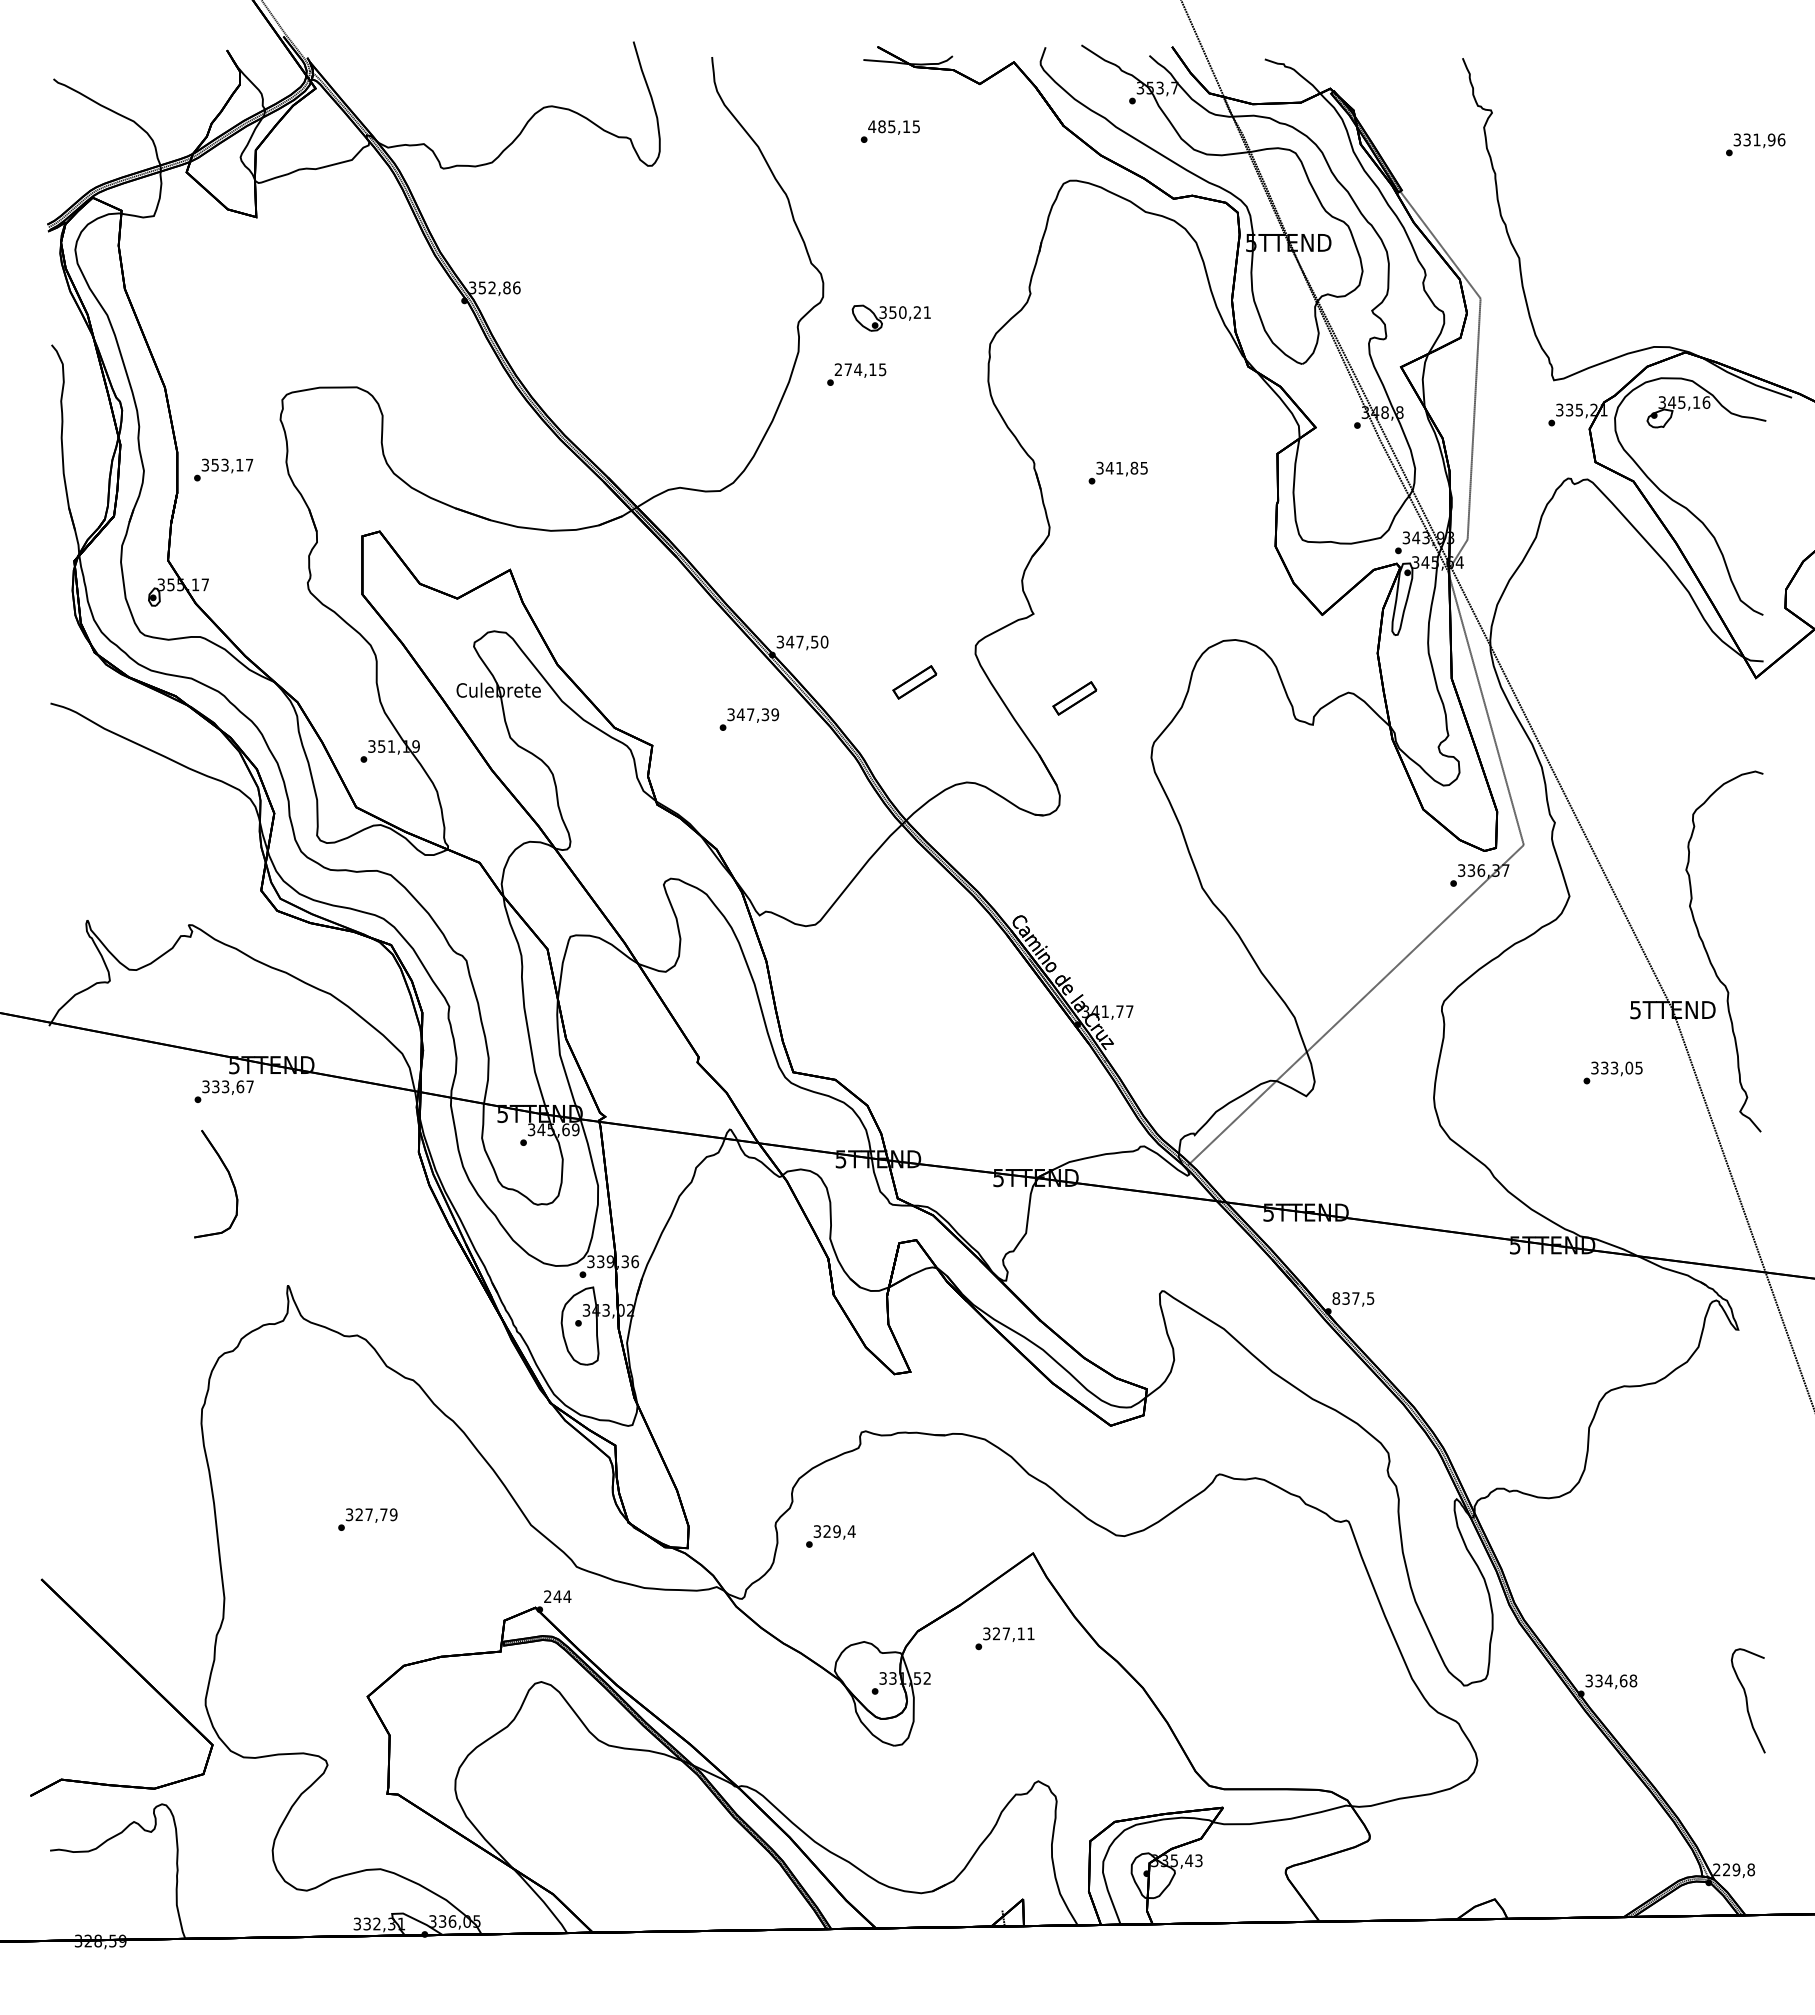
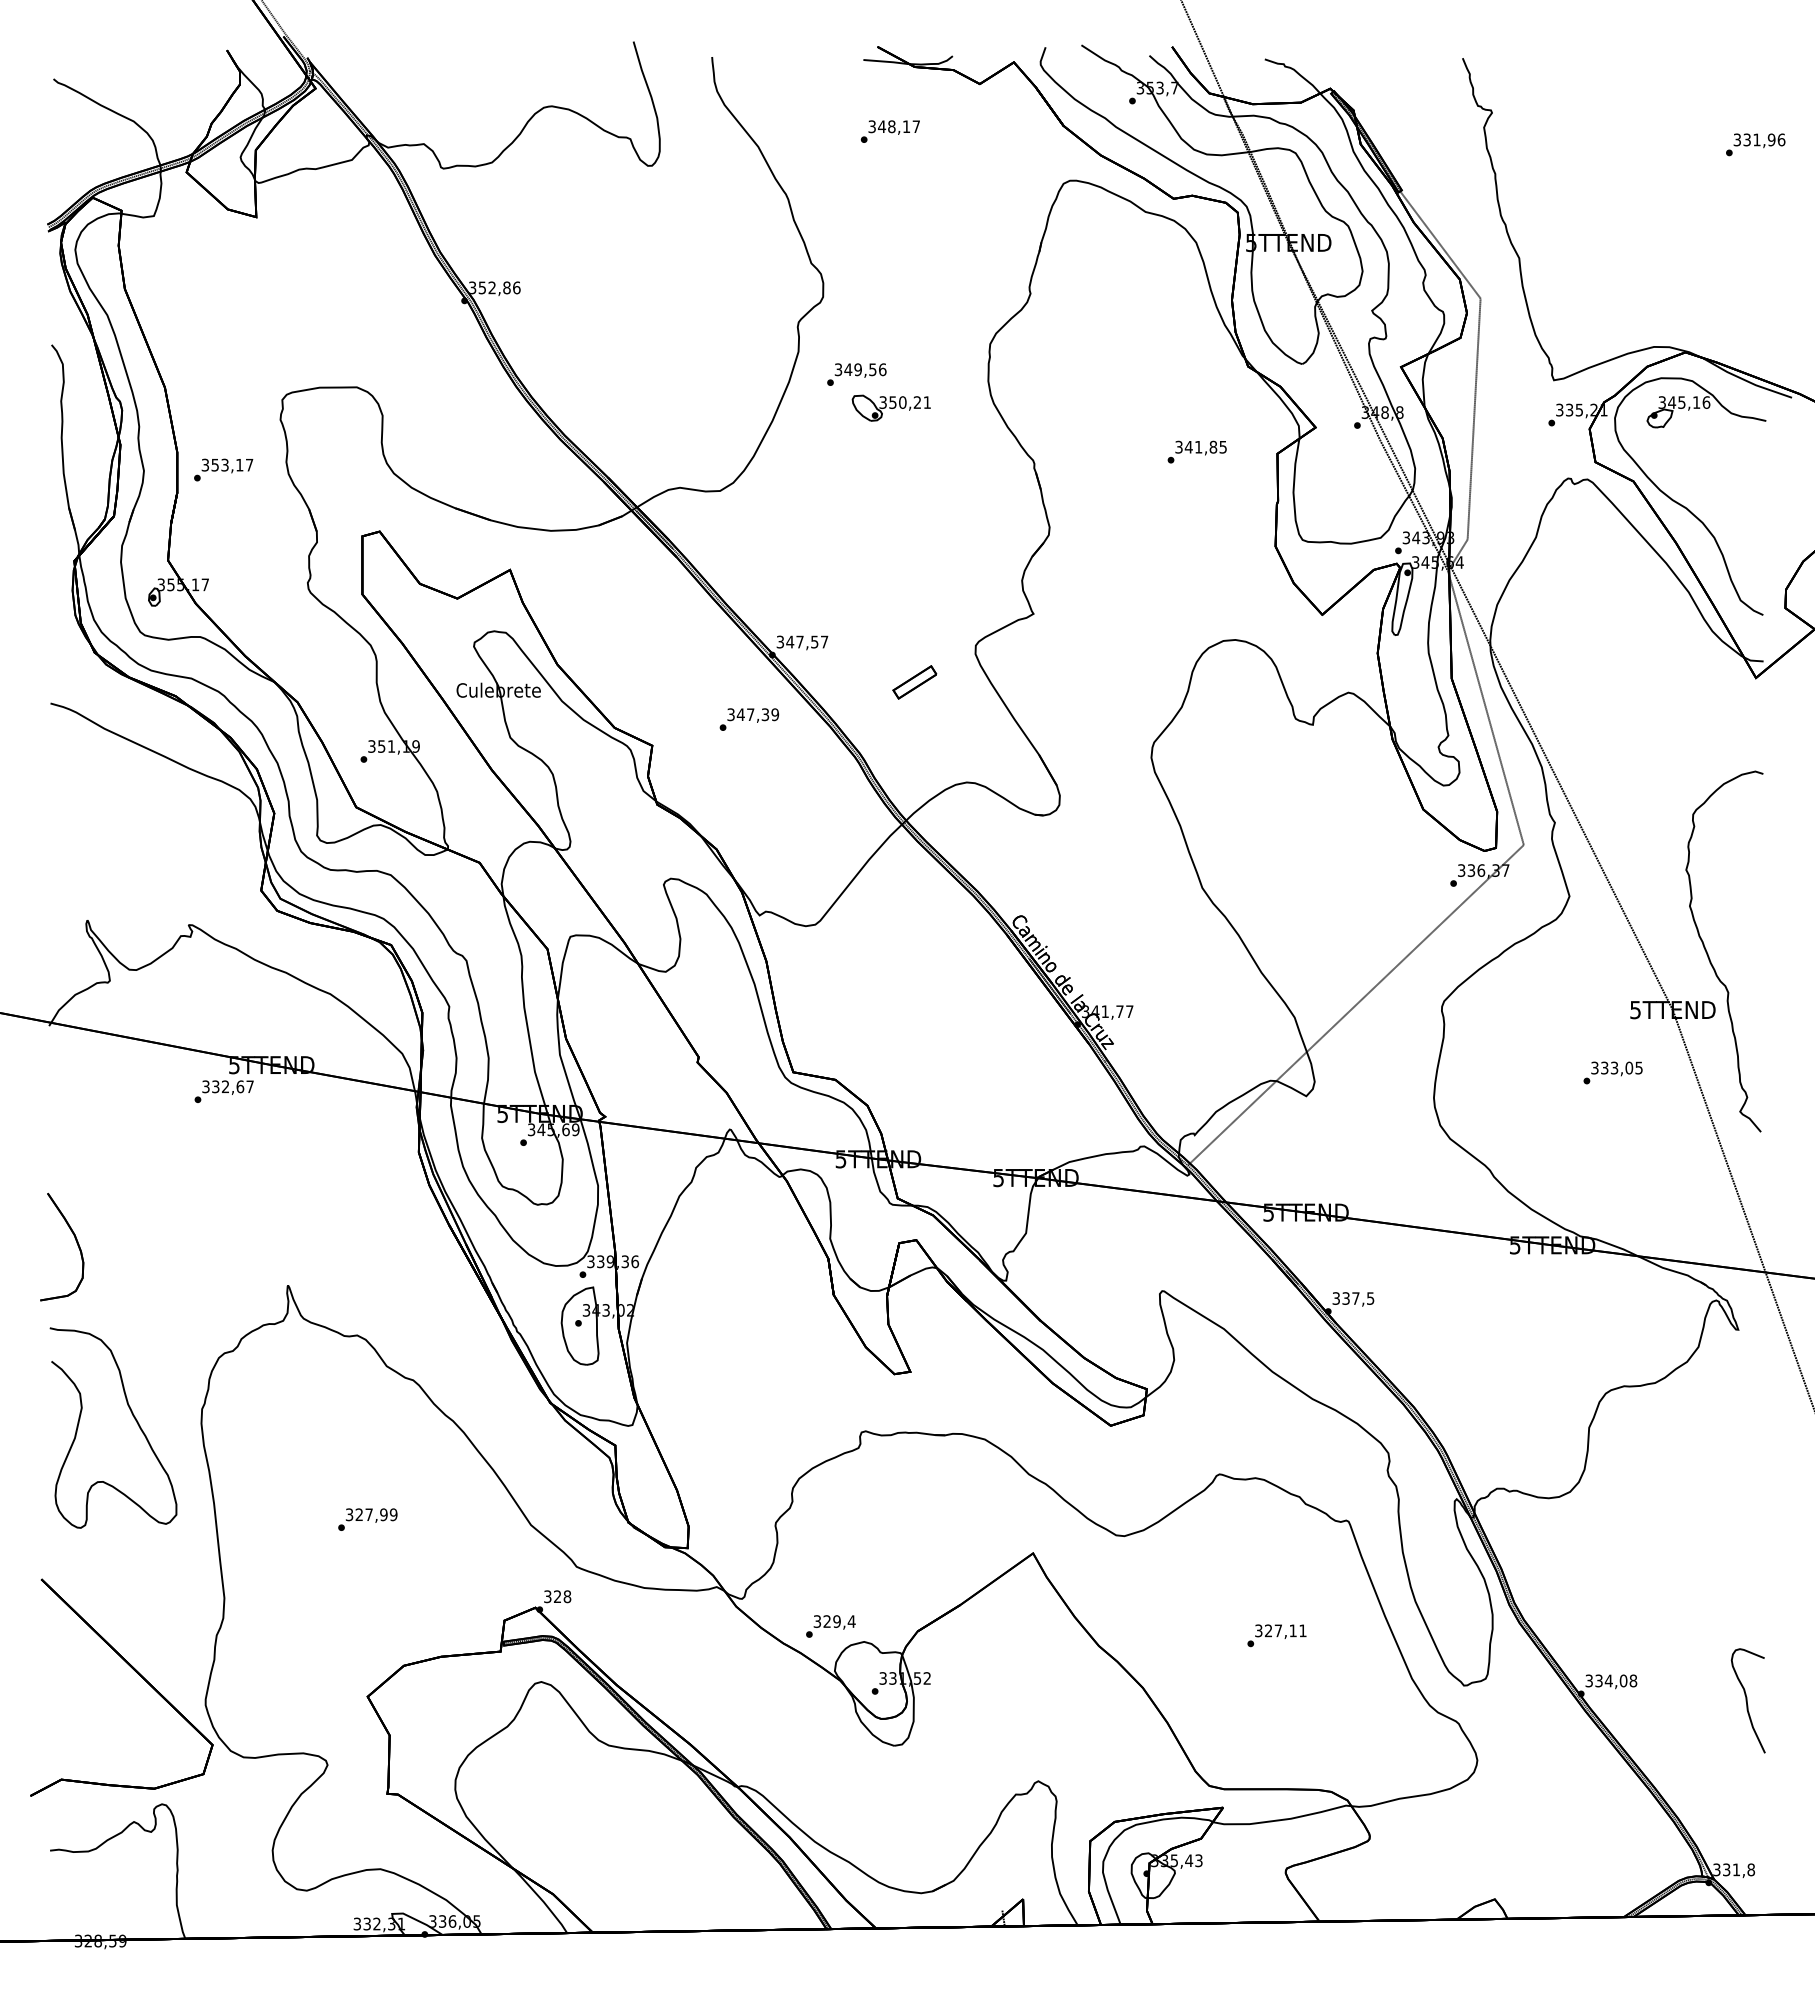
text at (893, 126): 485,15 -> 348,17
part at (890, 317) position: (890, 317) -> (890, 407)
text at (860, 369): 274,15 -> 349,56
text at (1117, 472) position: (1117, 472) -> (1196, 451)
text at (824, 641): 347,50 -> 347,57
part at (1074, 698): present -> none
text at (225, 1087): 333,67 -> 332,67
part at (229, 1177) position: (229, 1177) -> (75, 1240)
text at (1336, 1298): 837,5 -> 337,5
curve at (133, 1417): none -> present
text at (383, 1514): 327,79 -> 327,99
text at (830, 1536) position: (830, 1536) -> (830, 1626)
text at (557, 1596): 244 -> 328
text at (1004, 1638) position: (1004, 1638) -> (1276, 1635)
text at (1623, 1680): 334,68 -> 334,08
text at (1726, 1869): 229,8 -> 331,8
